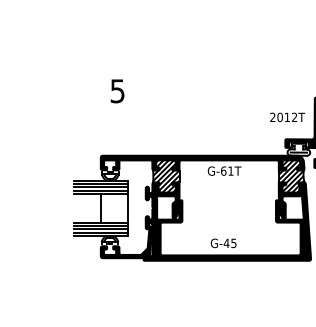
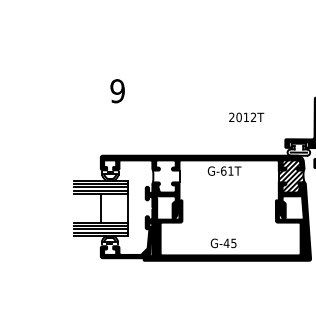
text at (117, 91): 5 -> 9
text at (287, 117) position: (287, 117) -> (246, 117)
hatch at (166, 176): present -> none
